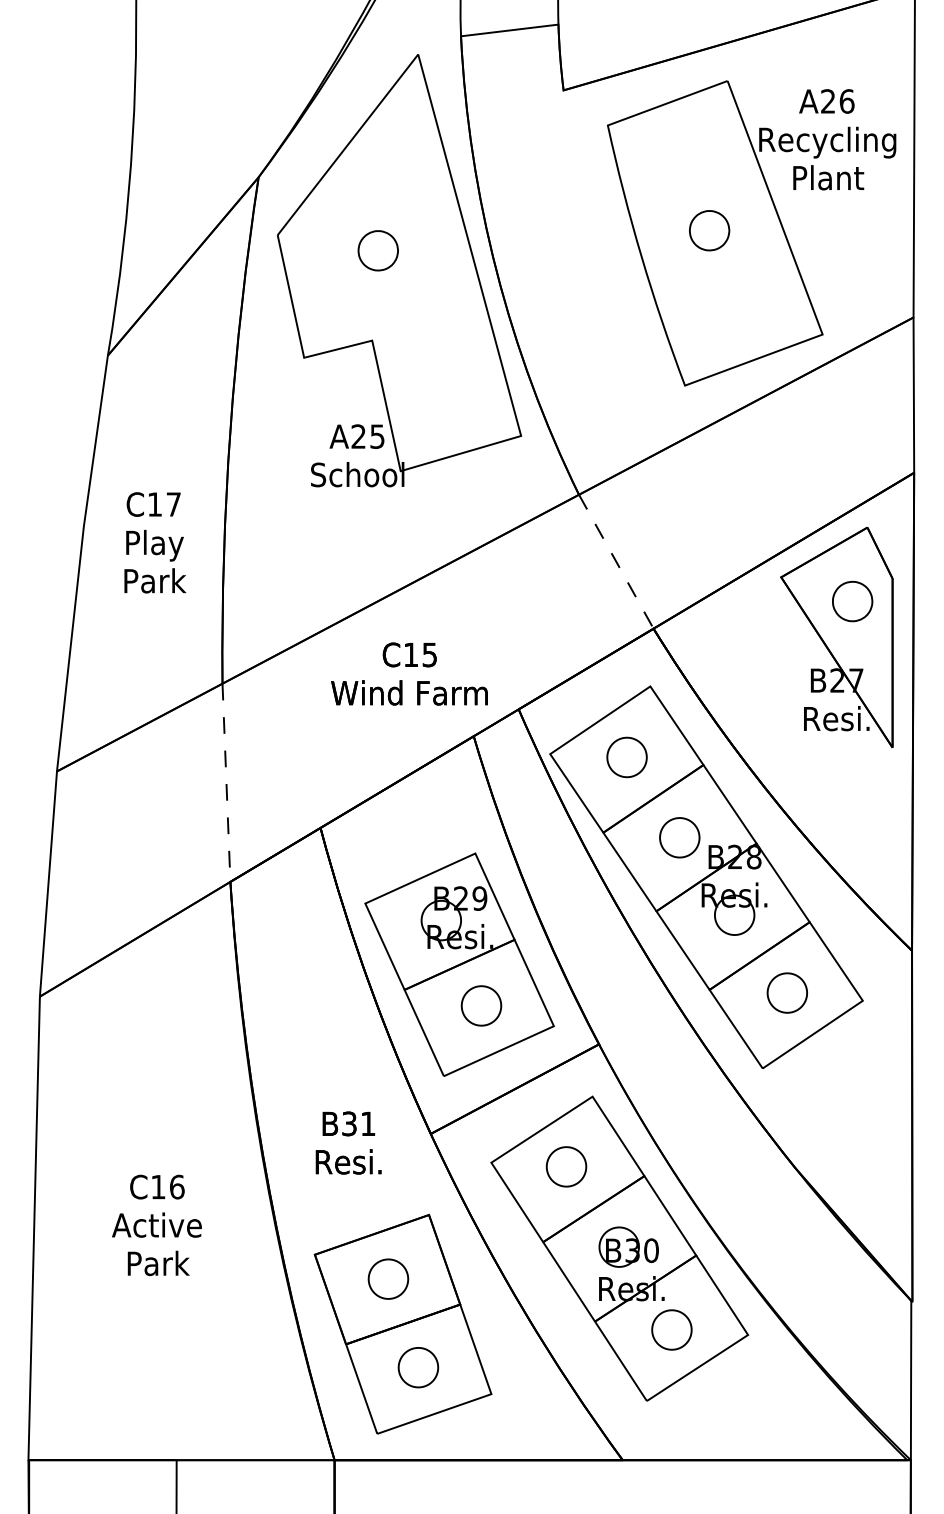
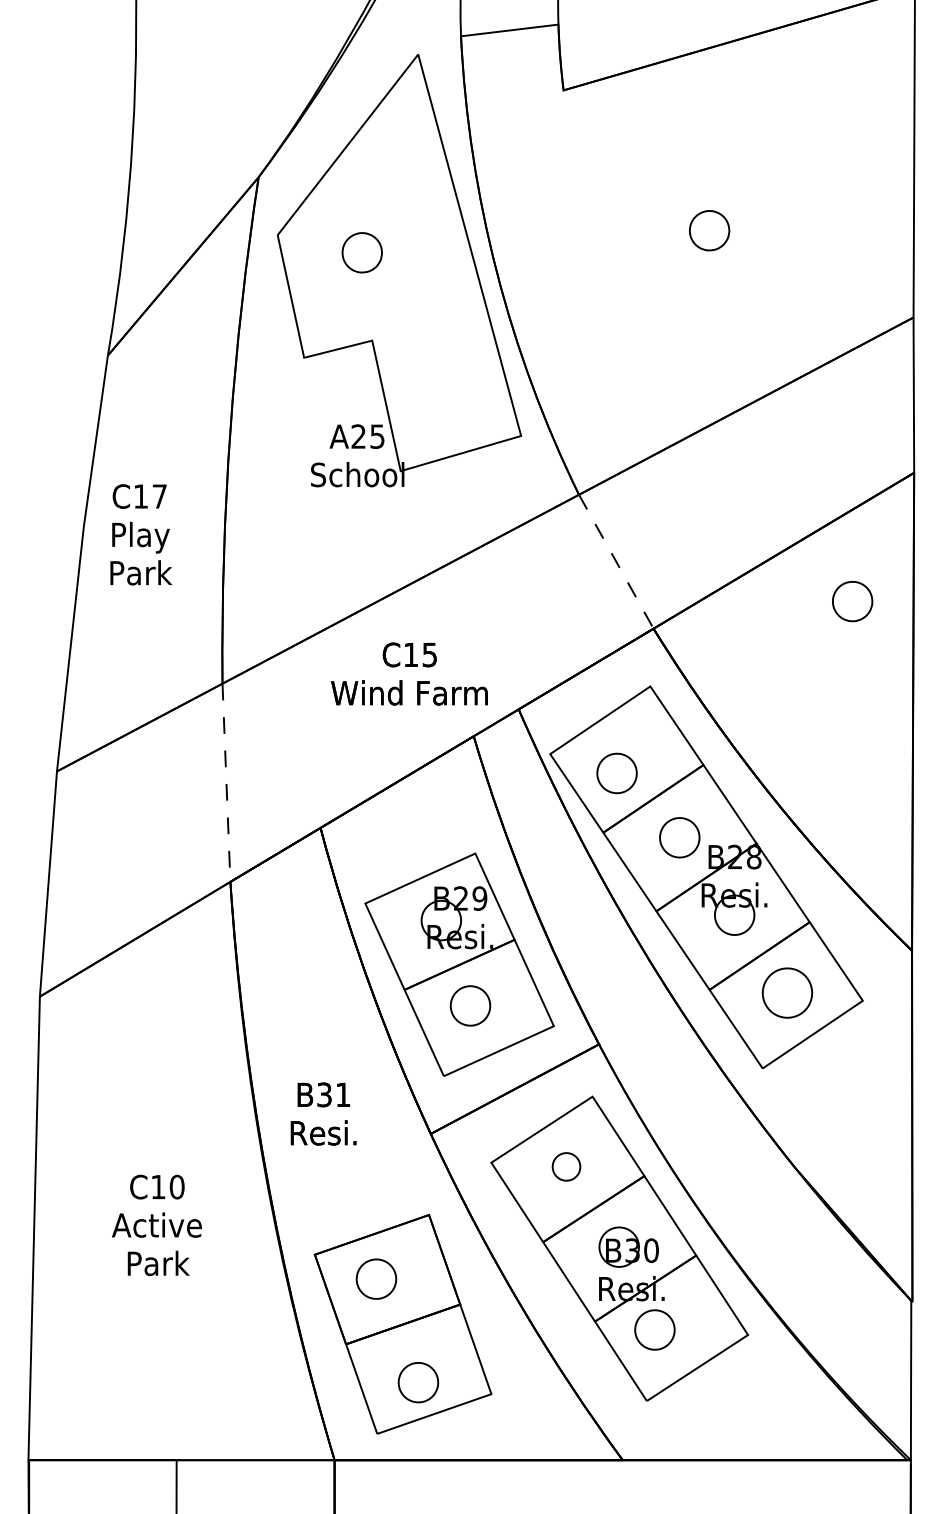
part at (751, 233): present -> none
part at (377, 250) position: (377, 250) -> (361, 252)
text at (155, 542) position: (155, 542) -> (141, 534)
part at (836, 637): present -> none
part at (626, 757) position: (626, 757) -> (616, 773)
part at (786, 992) size: 42x42 px -> 53x52 px
part at (481, 1005) position: (481, 1005) -> (470, 1005)
text at (348, 1142) position: (348, 1142) -> (323, 1113)
part at (566, 1166) size: 43x42 px -> 31x30 px
text at (176, 1186): C16 -> C10
part at (388, 1278) position: (388, 1278) -> (376, 1278)
part at (671, 1329) position: (671, 1329) -> (654, 1329)
part at (418, 1367) position: (418, 1367) -> (418, 1382)
